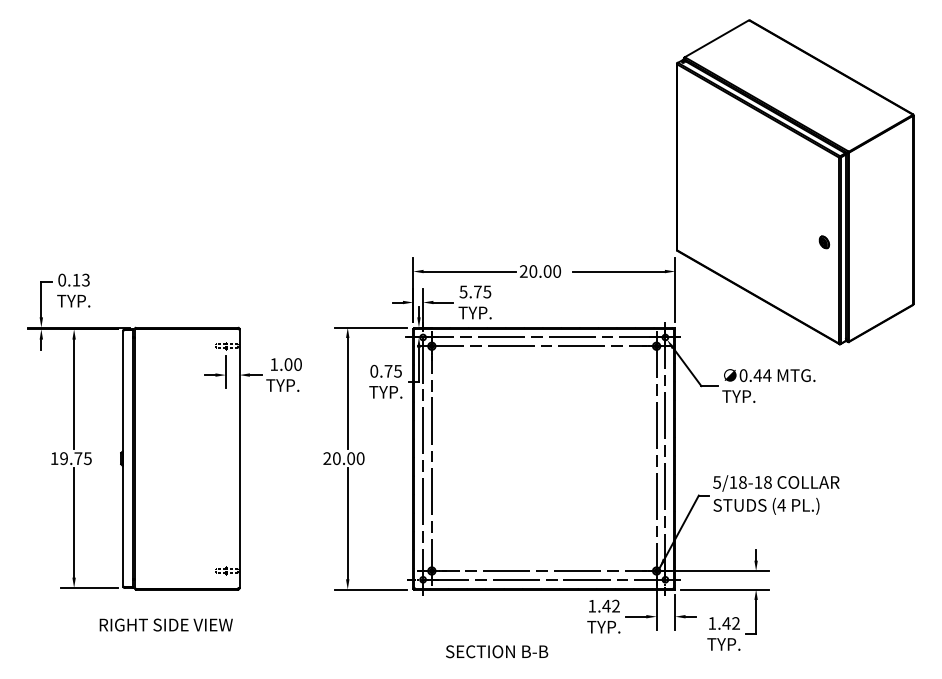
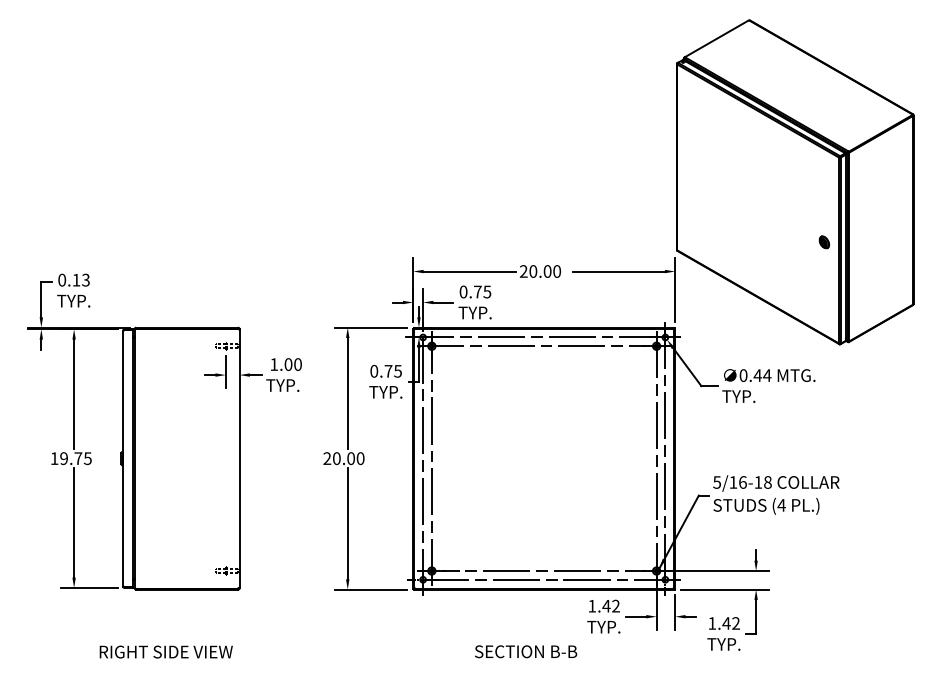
text at (463, 291): 5.75 -> 0.75
text at (742, 482): 5/18-18 -> 5/16-18
text at (165, 624) position: (165, 624) -> (165, 651)
text at (497, 651) position: (497, 651) -> (526, 651)
